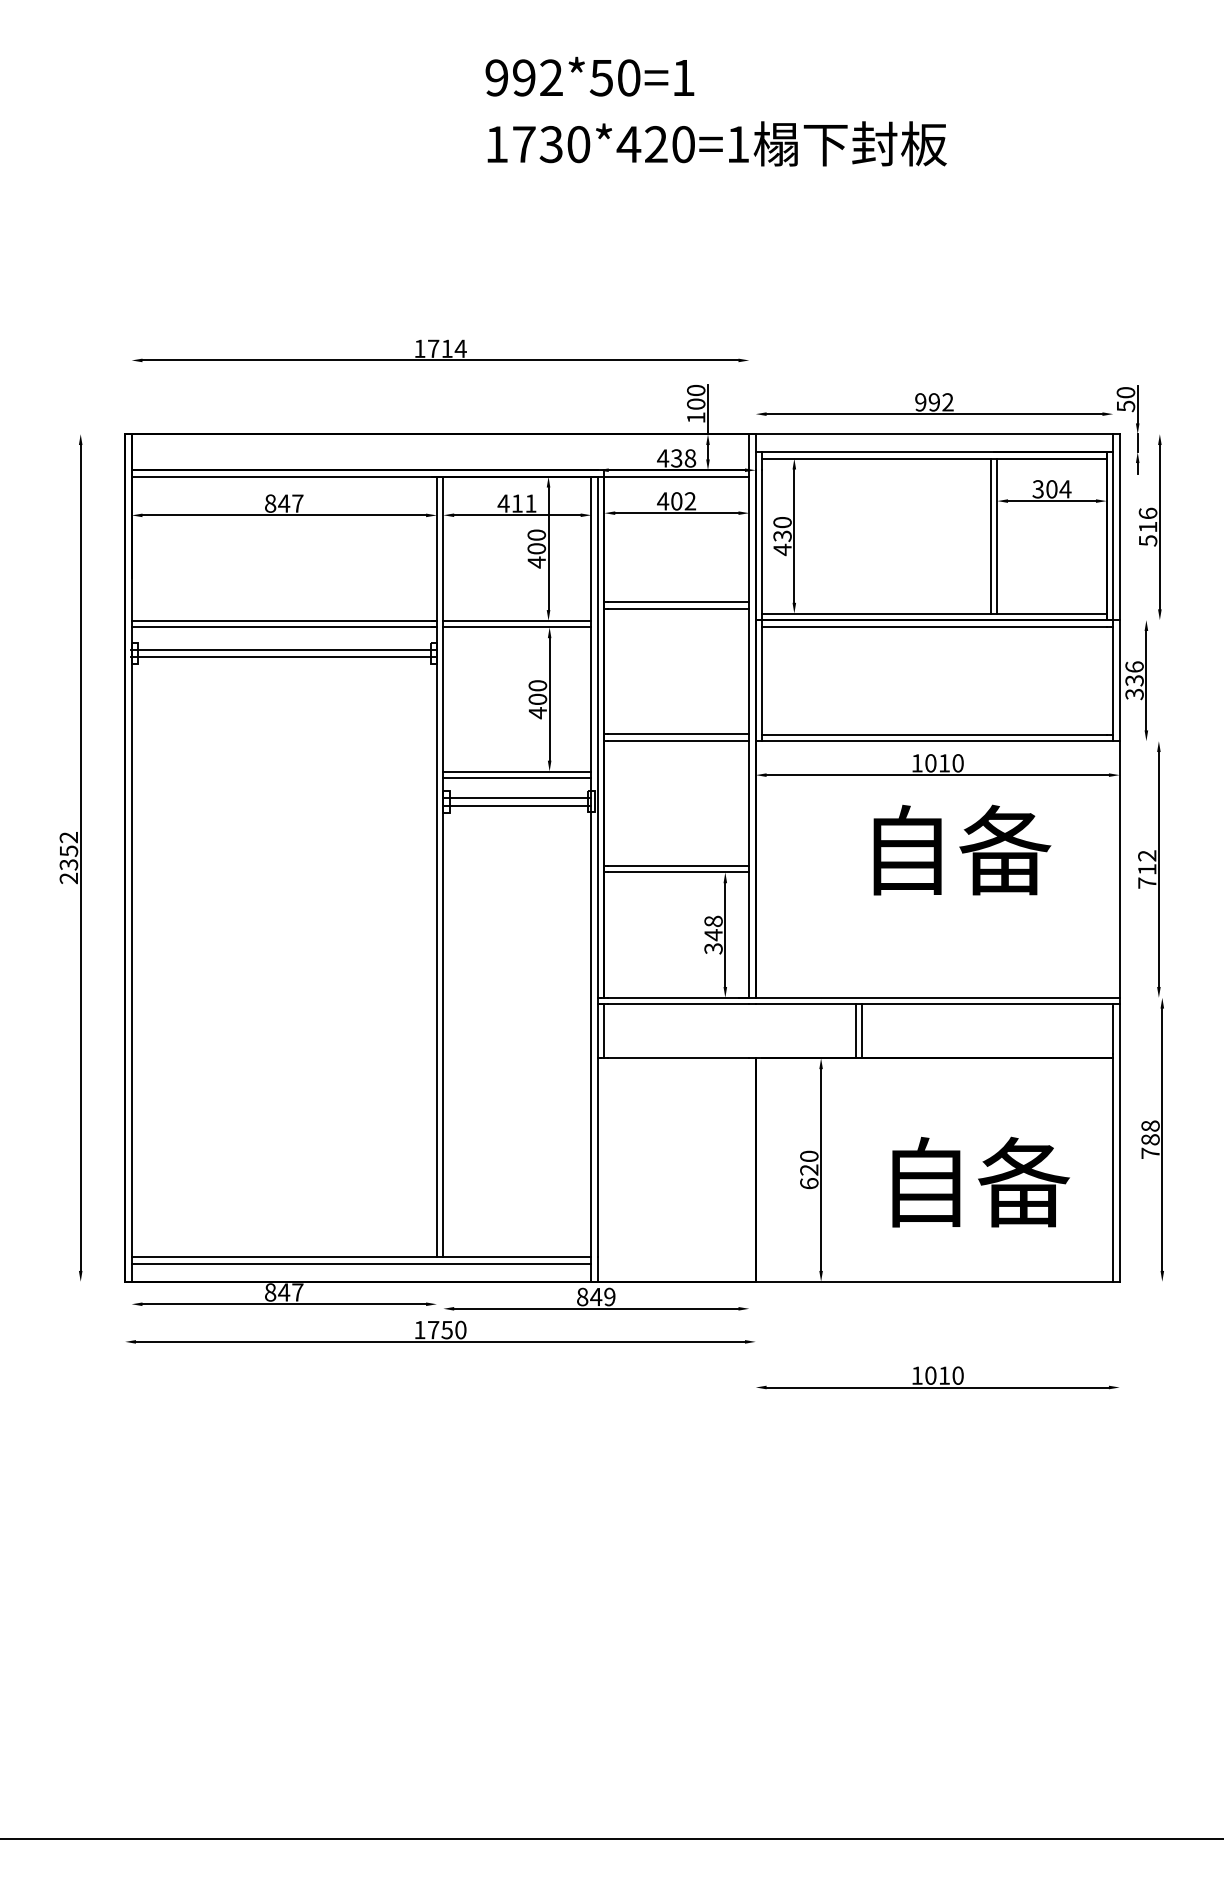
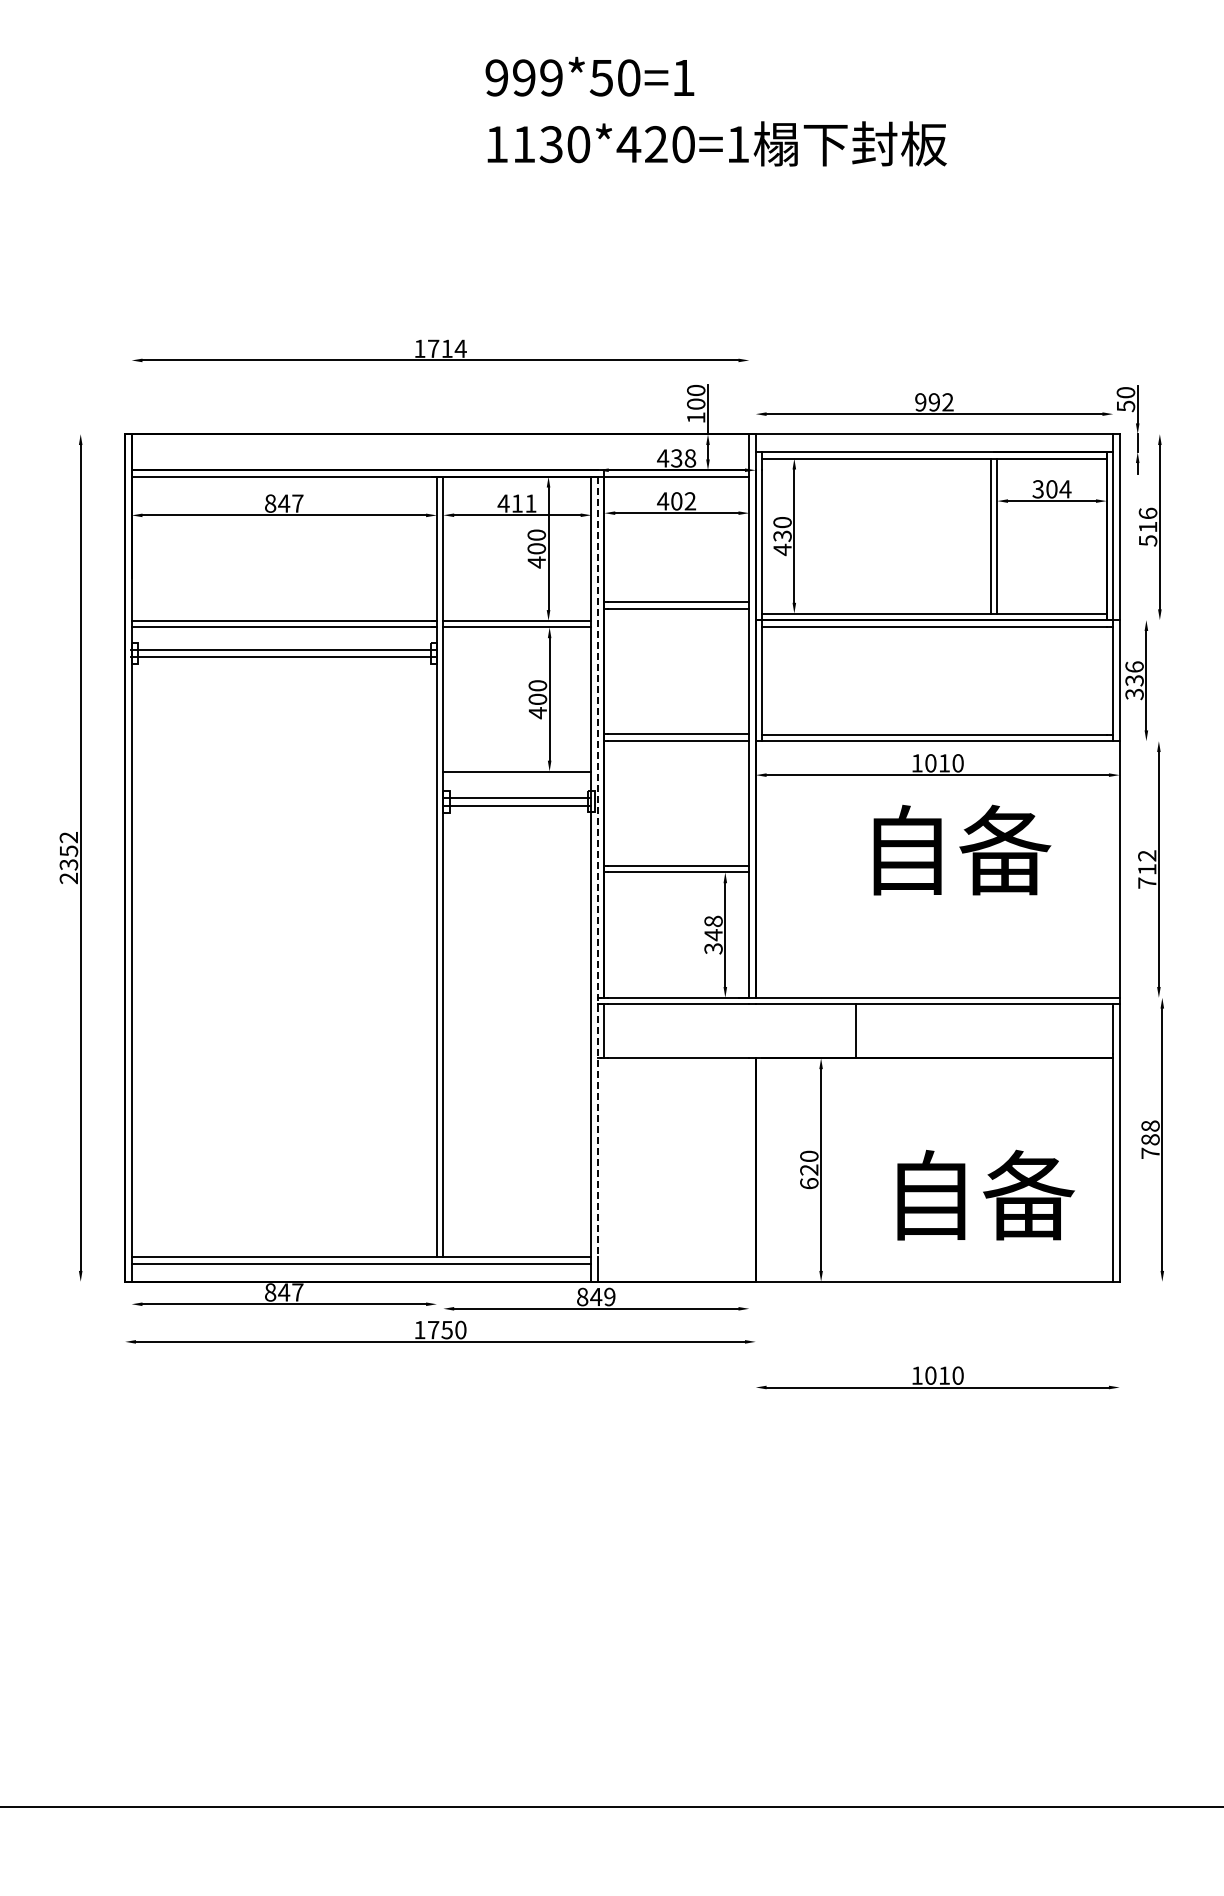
text at (551, 78): 992*50=1 -> 999*50=1
text at (524, 144): 1730*420=1 -> 1130*420=1
line at (517, 777): present -> none
line at (597, 867): solid -> dashed
line at (862, 1031): present -> none
text at (980, 1181) position: (980, 1181) -> (985, 1194)
line at (611, 1839) position: (611, 1839) -> (611, 1807)
